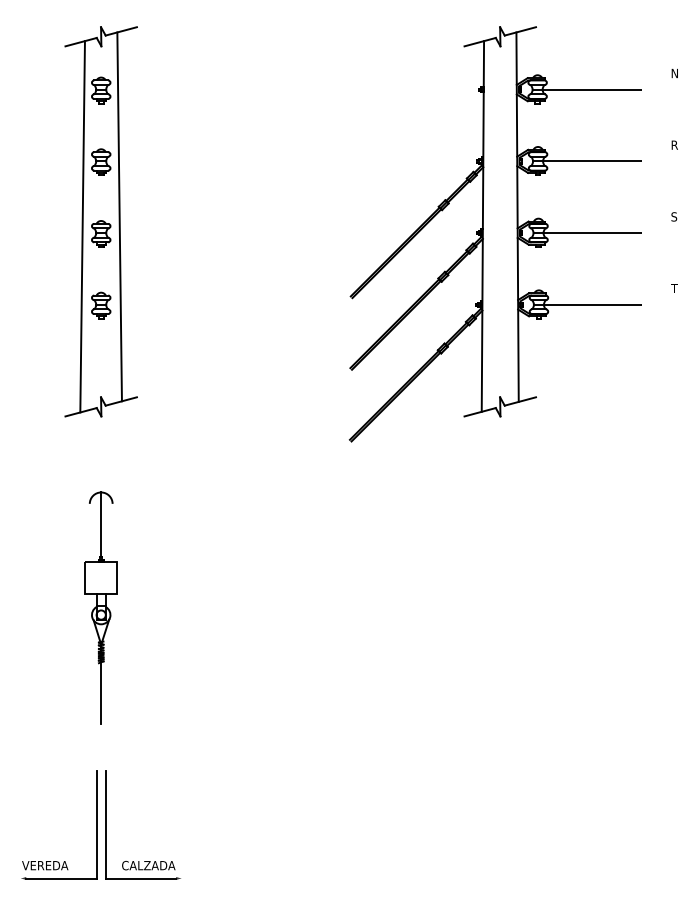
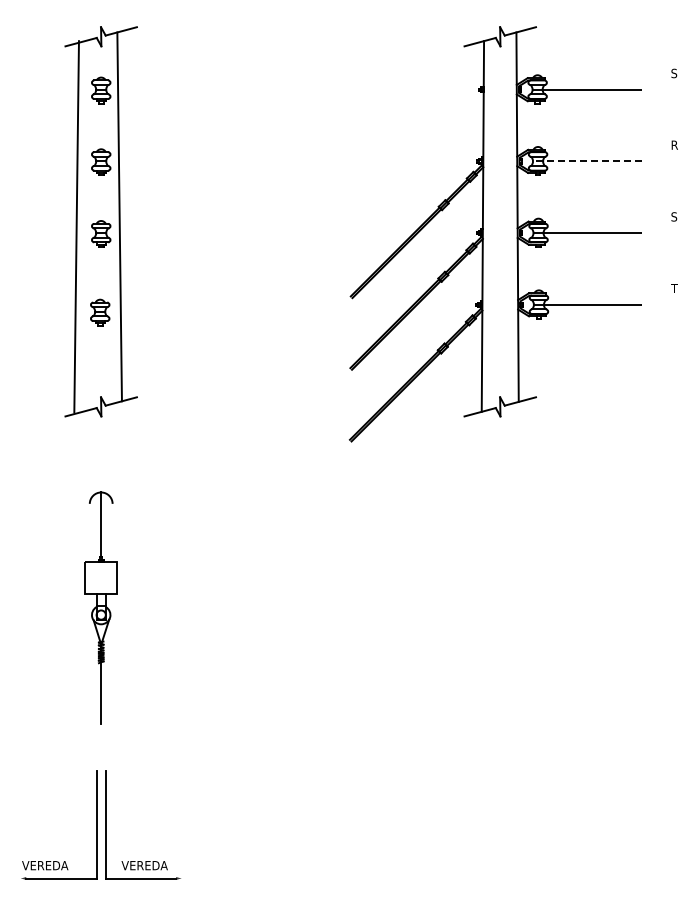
text at (674, 73): N -> S
line at (587, 161): solid -> dashed
line at (82, 226) position: (82, 226) -> (76, 226)
part at (101, 305) position: (101, 305) -> (100, 312)
text at (148, 865): CALZADA -> VEREDA
